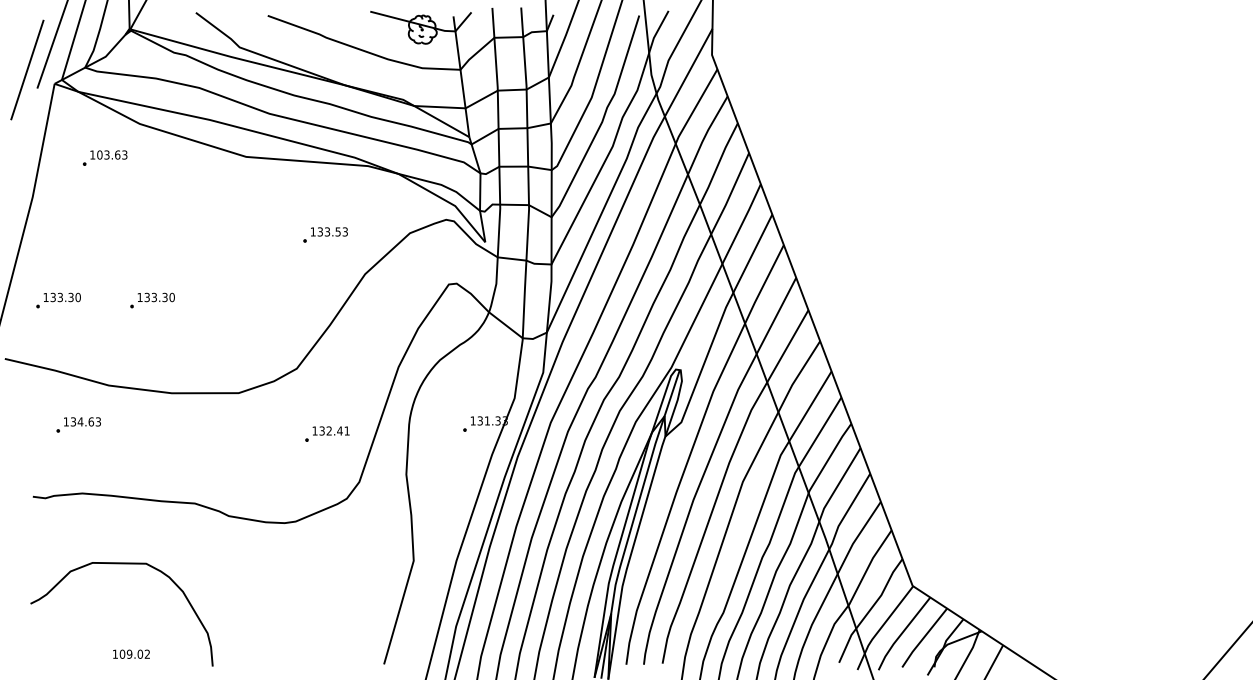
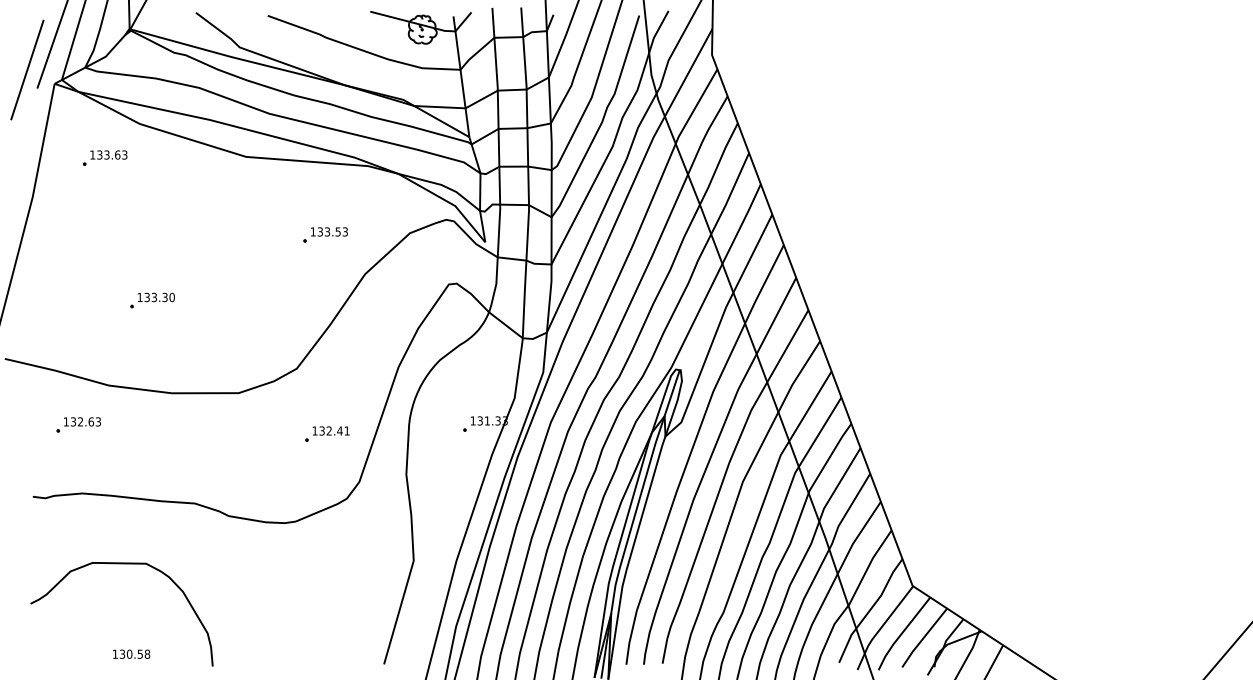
text at (99, 154): 103.63 -> 133.63
part at (58, 300): present -> none
text at (80, 421): 134.63 -> 132.63
text at (134, 653): 109.02 -> 130.58
